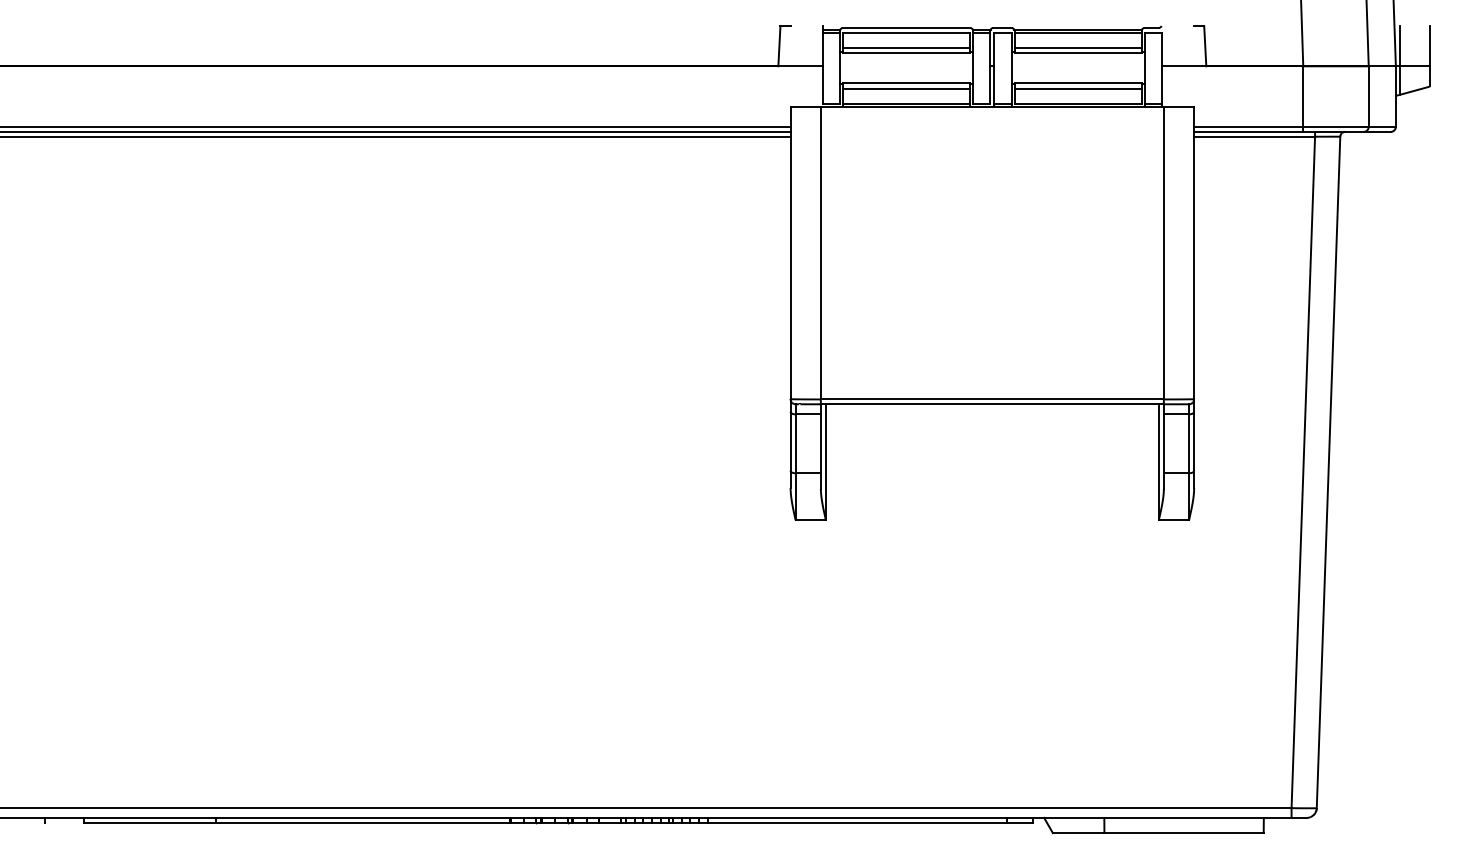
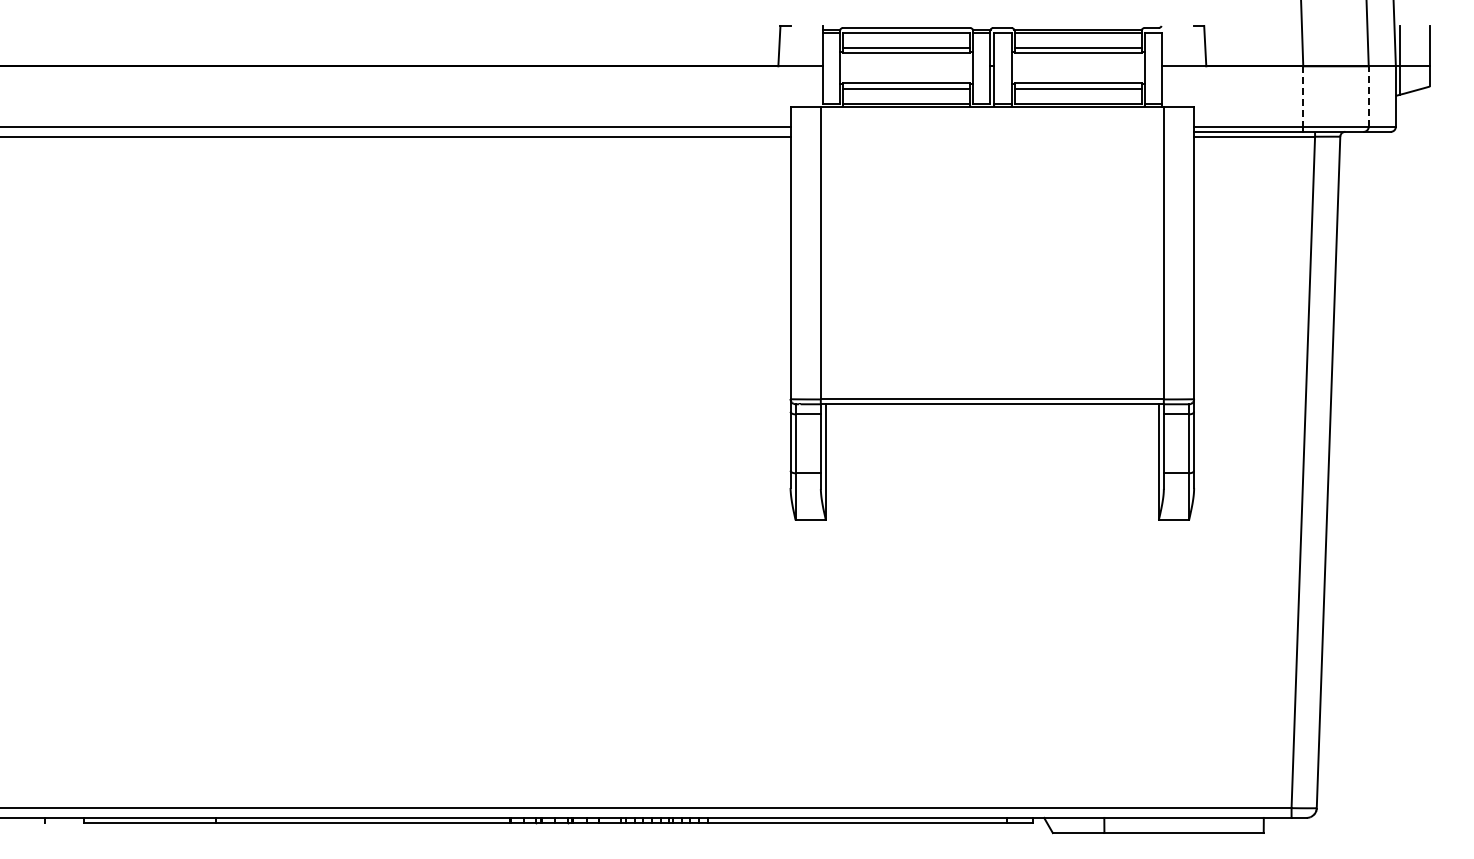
line at (1368, 96): solid -> dashed
line at (1303, 97): solid -> dashed
line at (396, 131): present -> none
